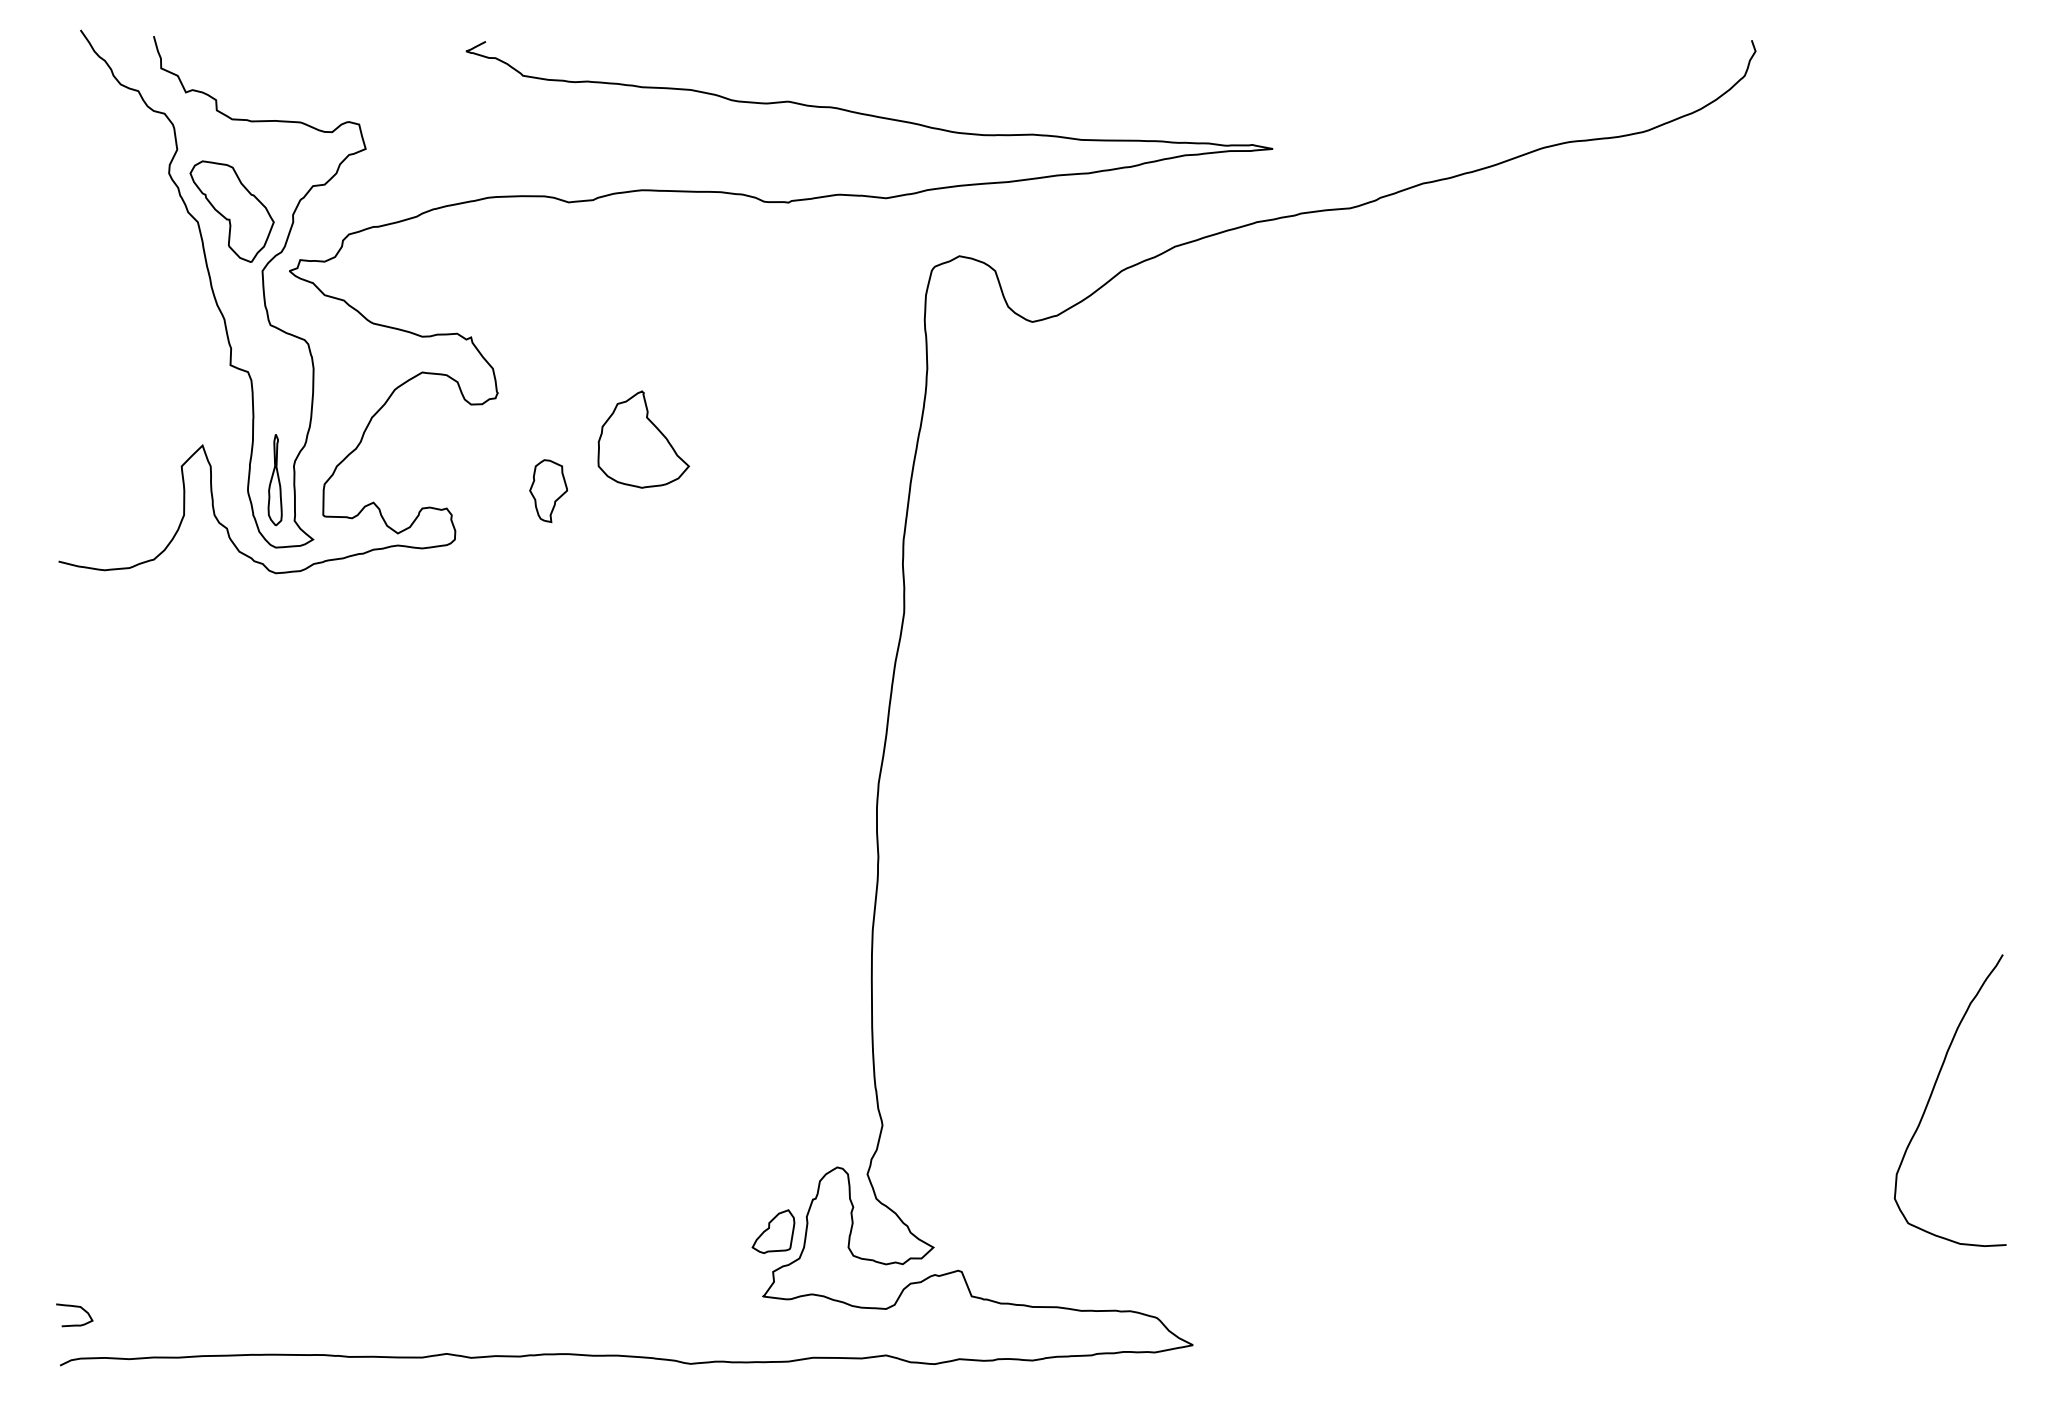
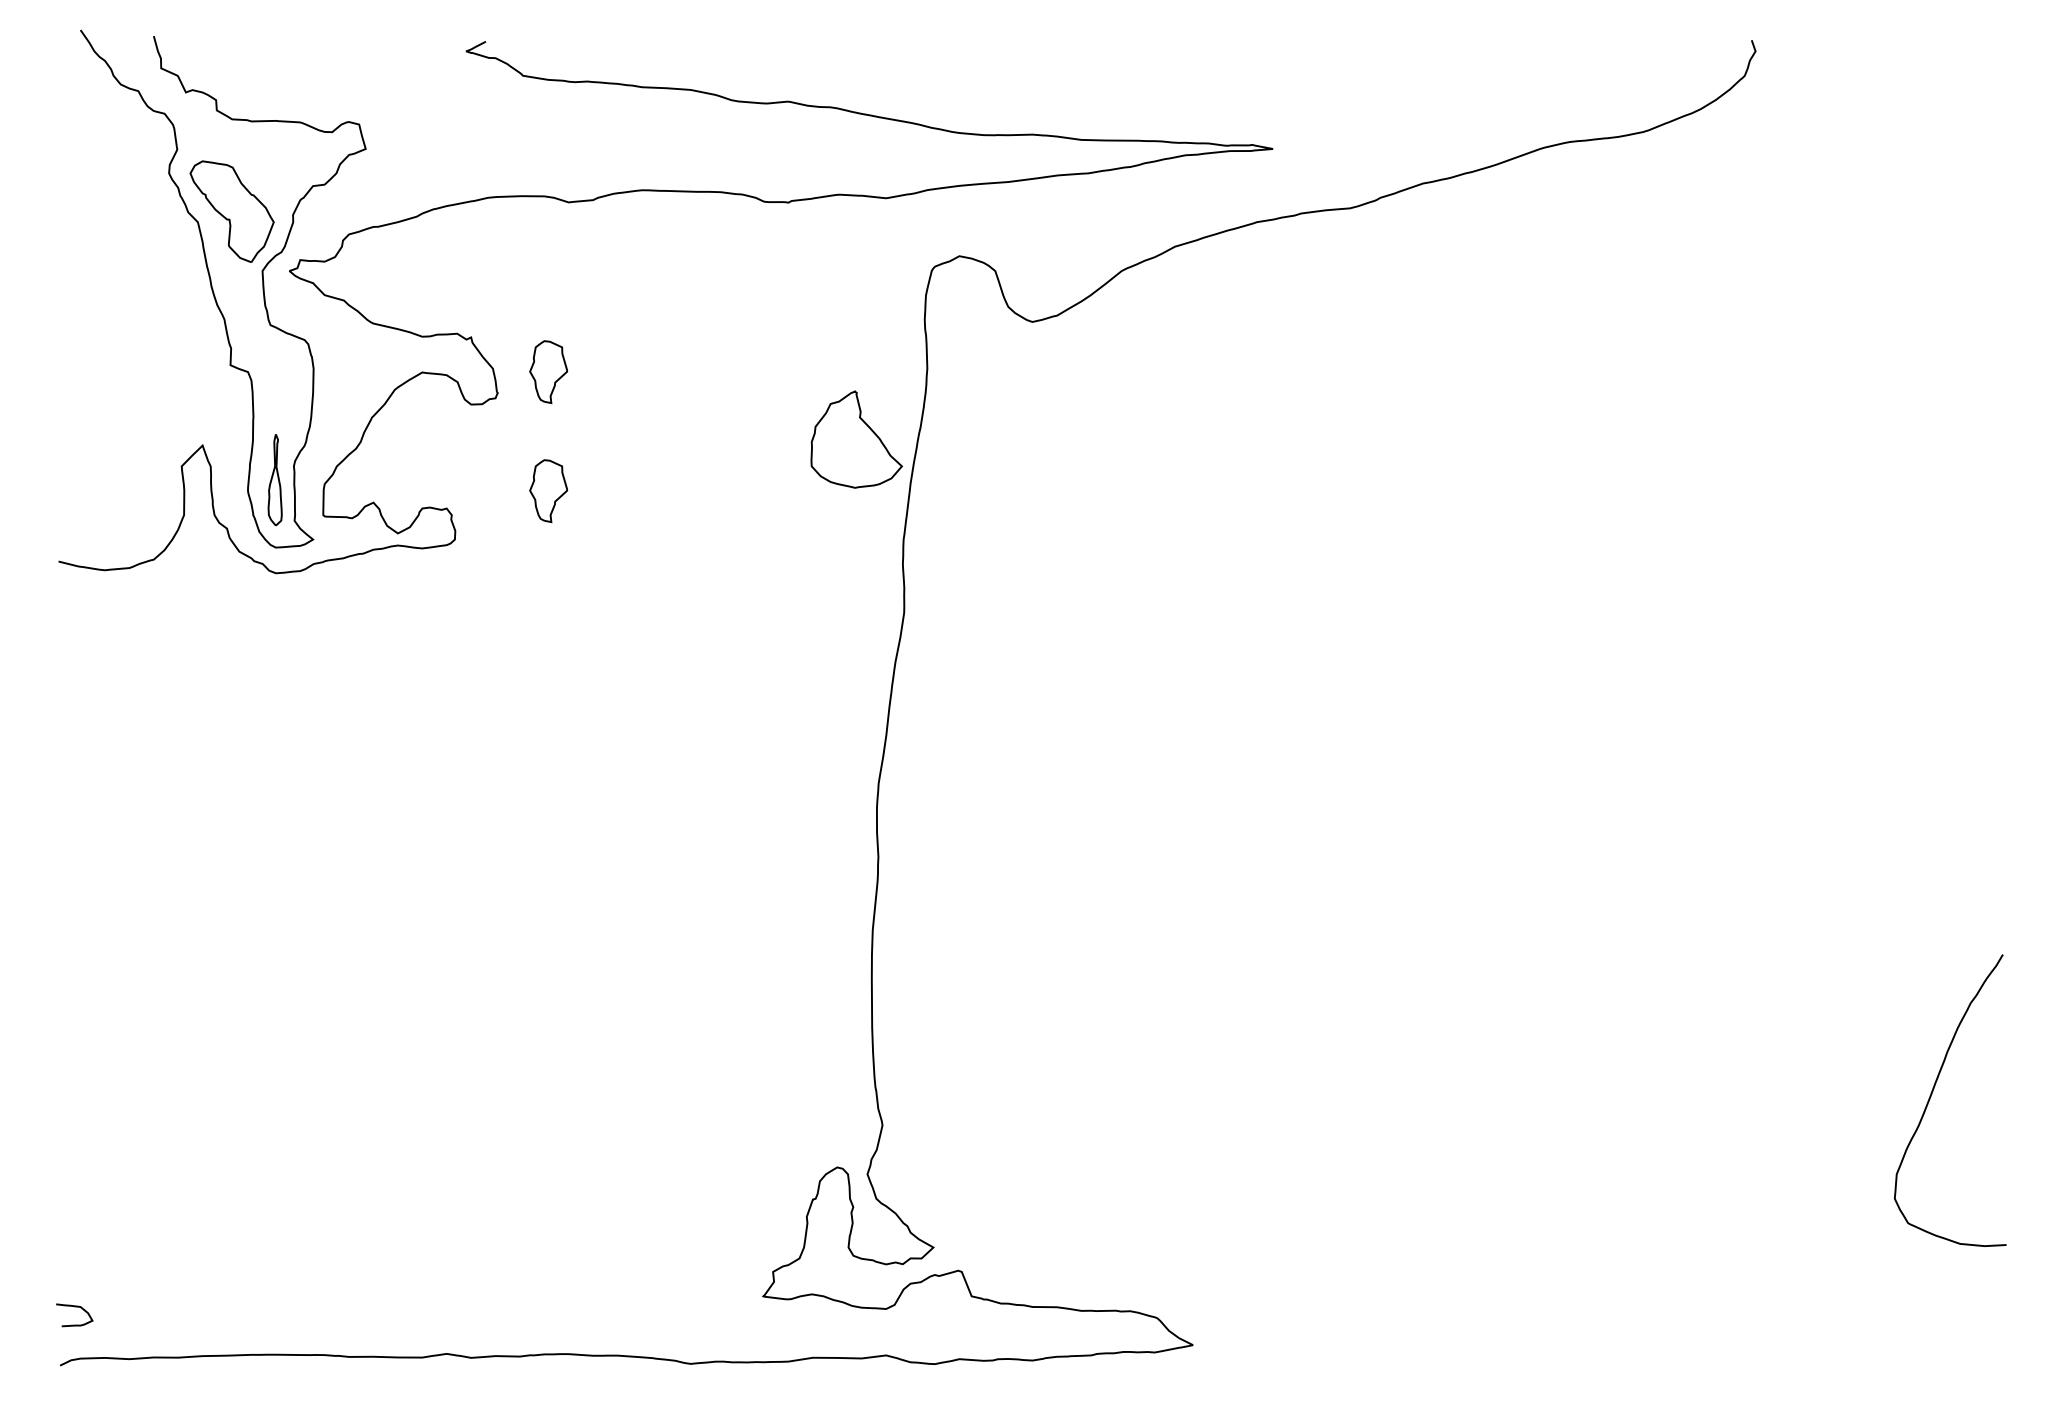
part at (548, 371): none -> present
part at (643, 439) position: (643, 439) -> (856, 439)
part at (773, 1231): present -> none
